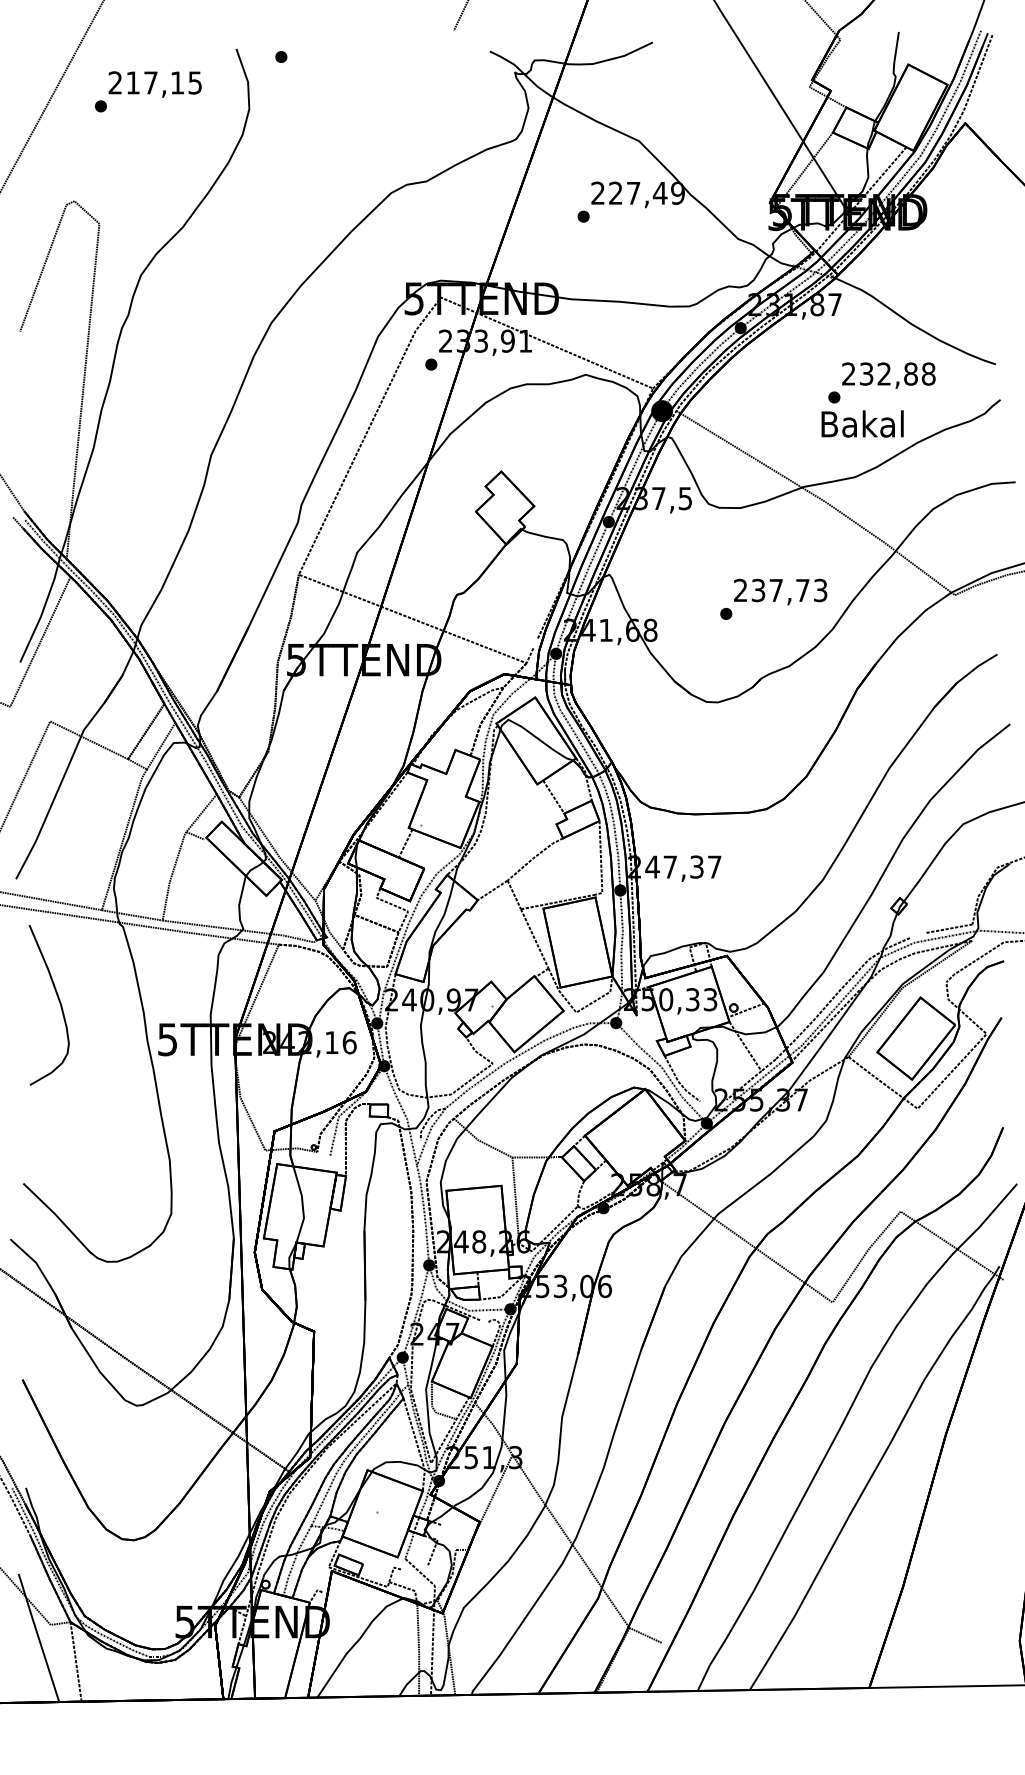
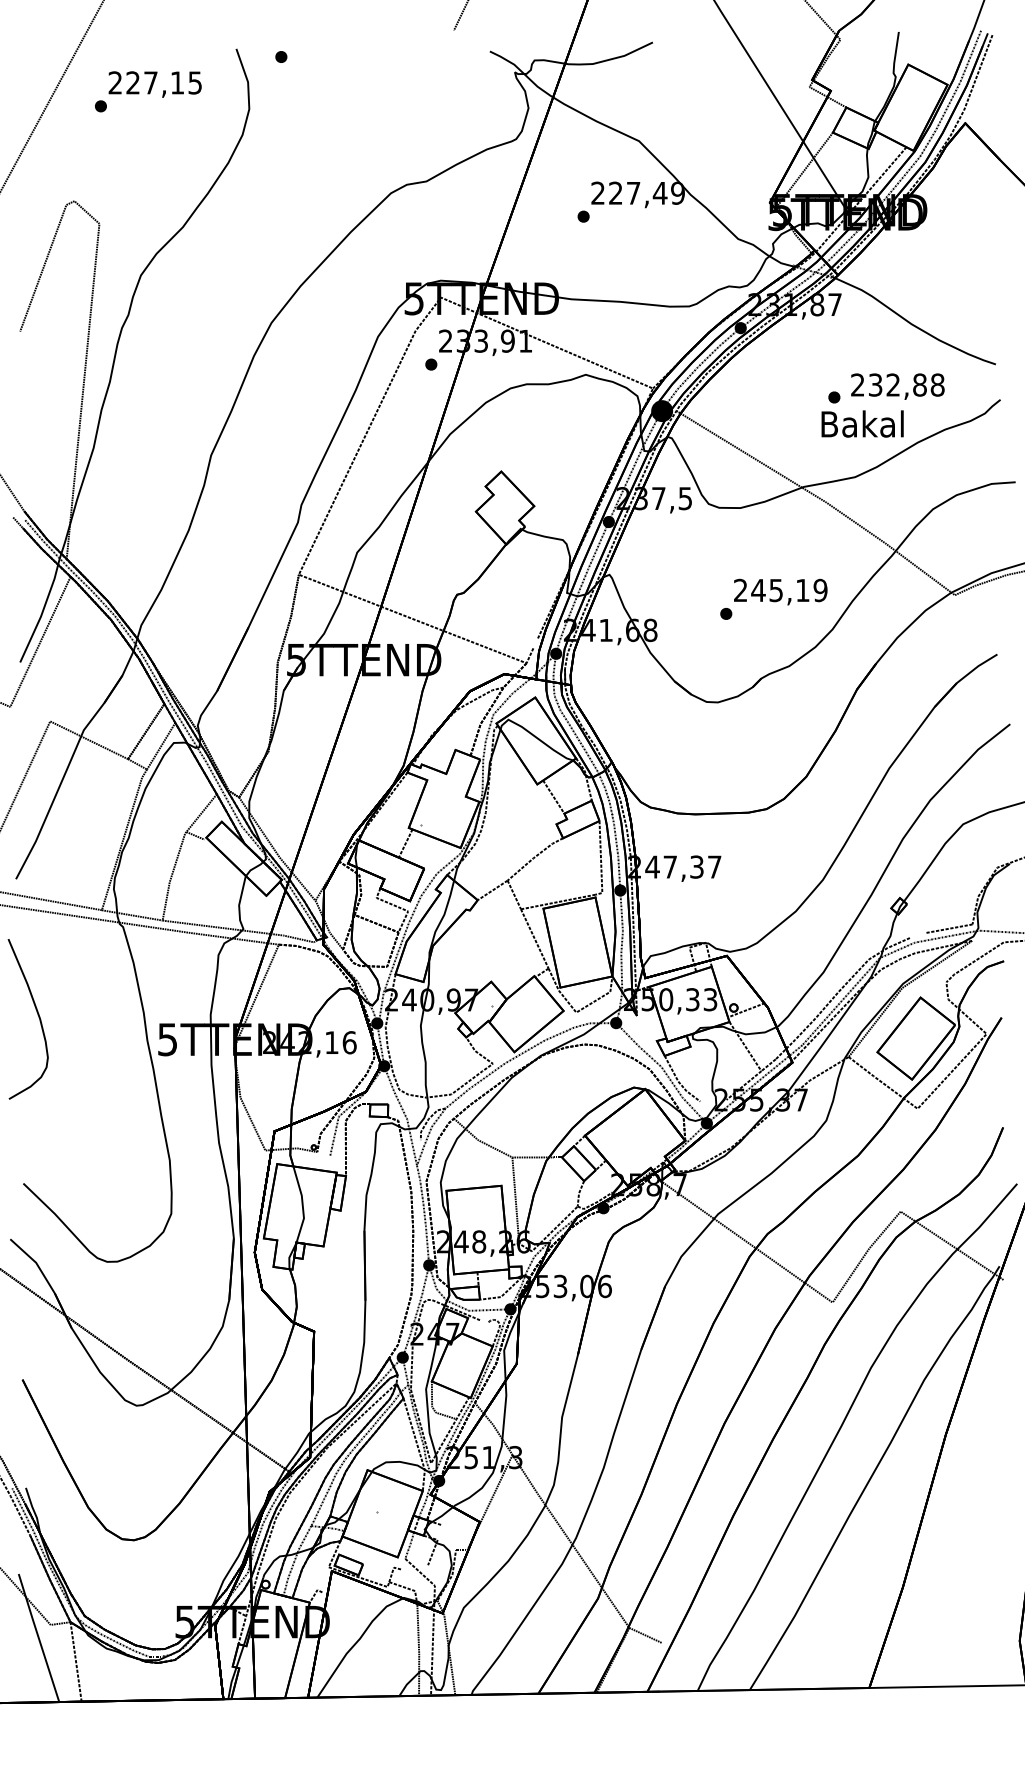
text at (132, 82): 217,15 -> 227,15
text at (888, 375) position: (888, 375) -> (897, 386)
text at (789, 590): 237,73 -> 245,19
curve at (58, 1001) position: (58, 1001) -> (37, 1015)
